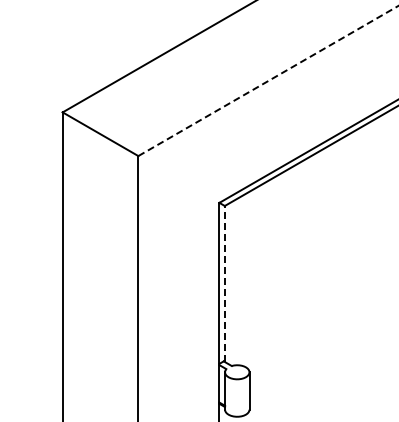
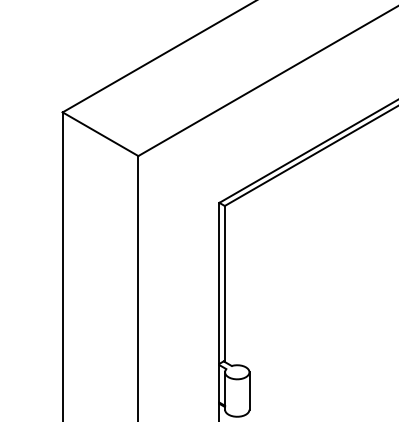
line at (269, 80): dashed -> solid
line at (224, 283): dashed -> solid
